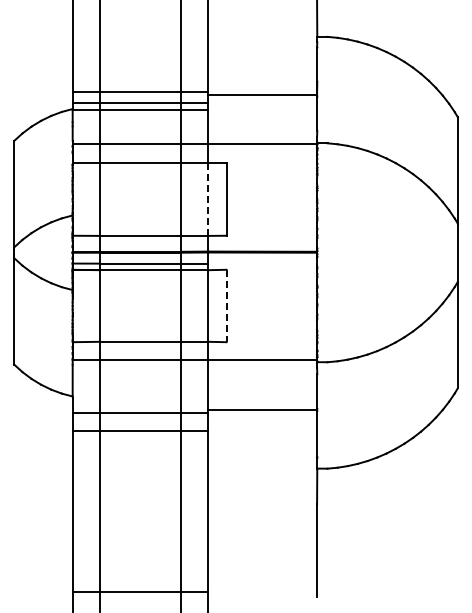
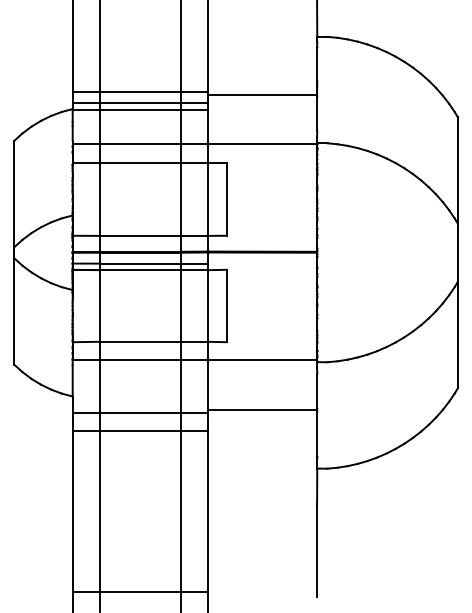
line at (208, 199): dashed -> solid
line at (226, 306): dashed -> solid
